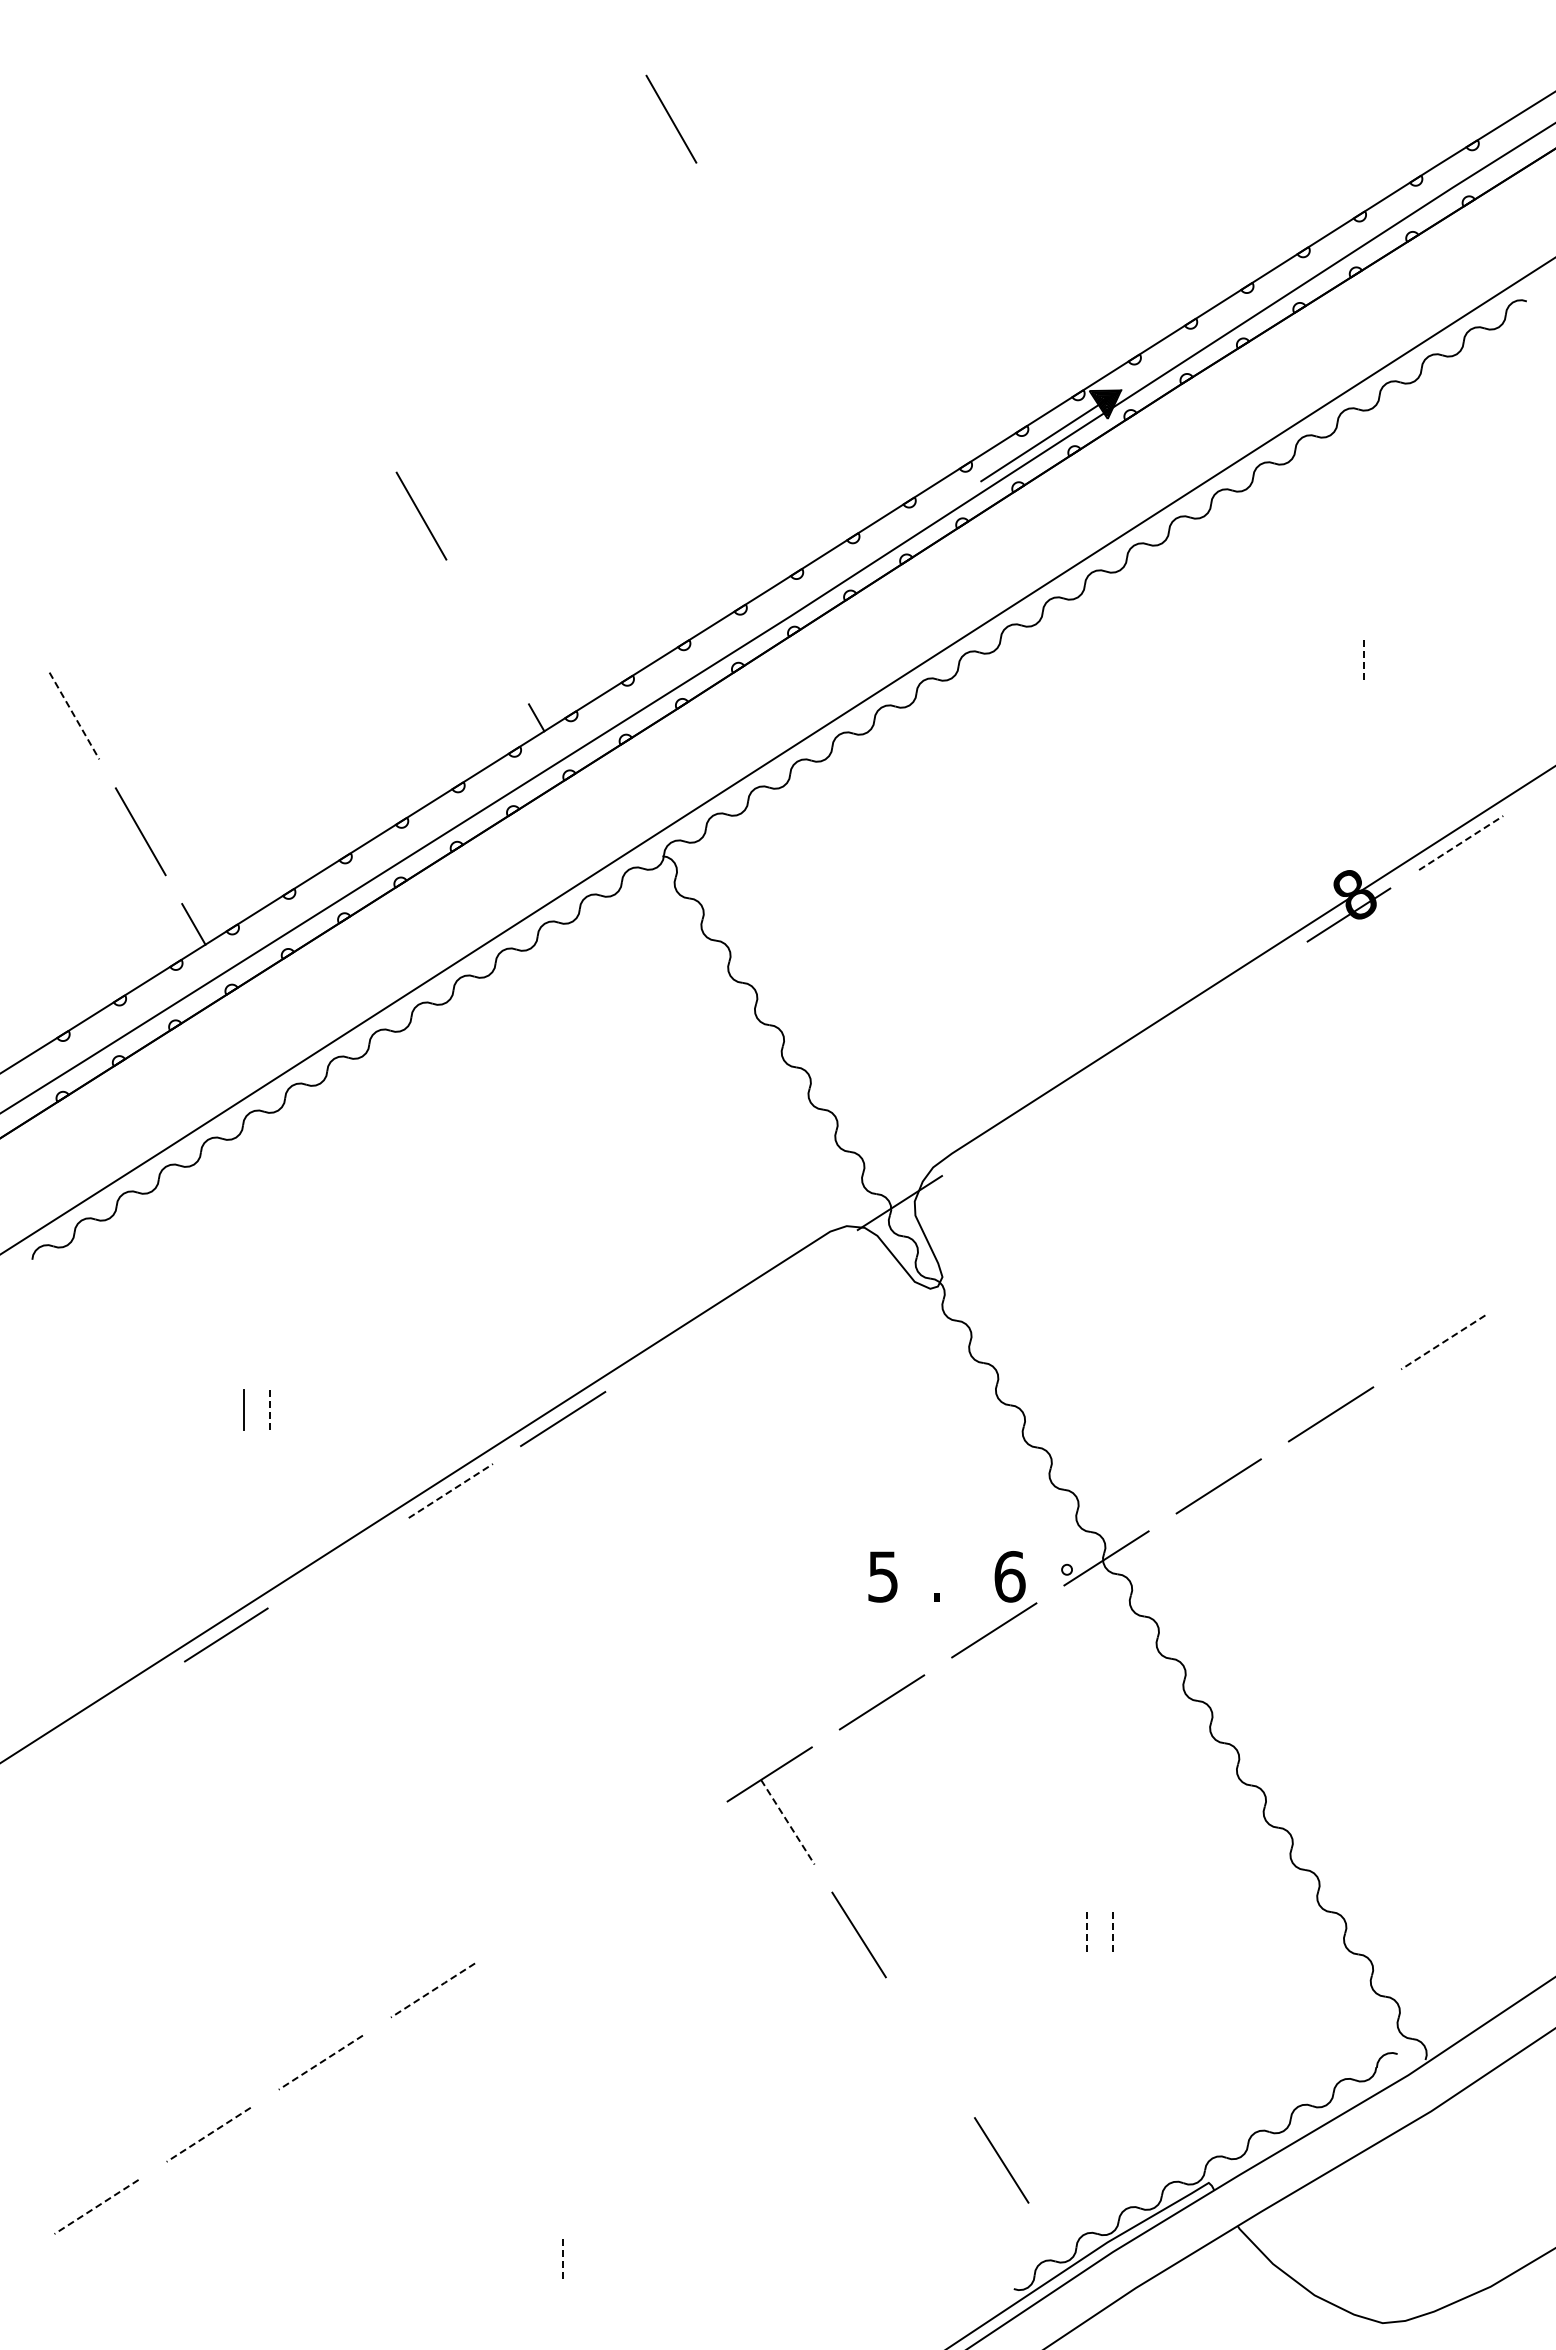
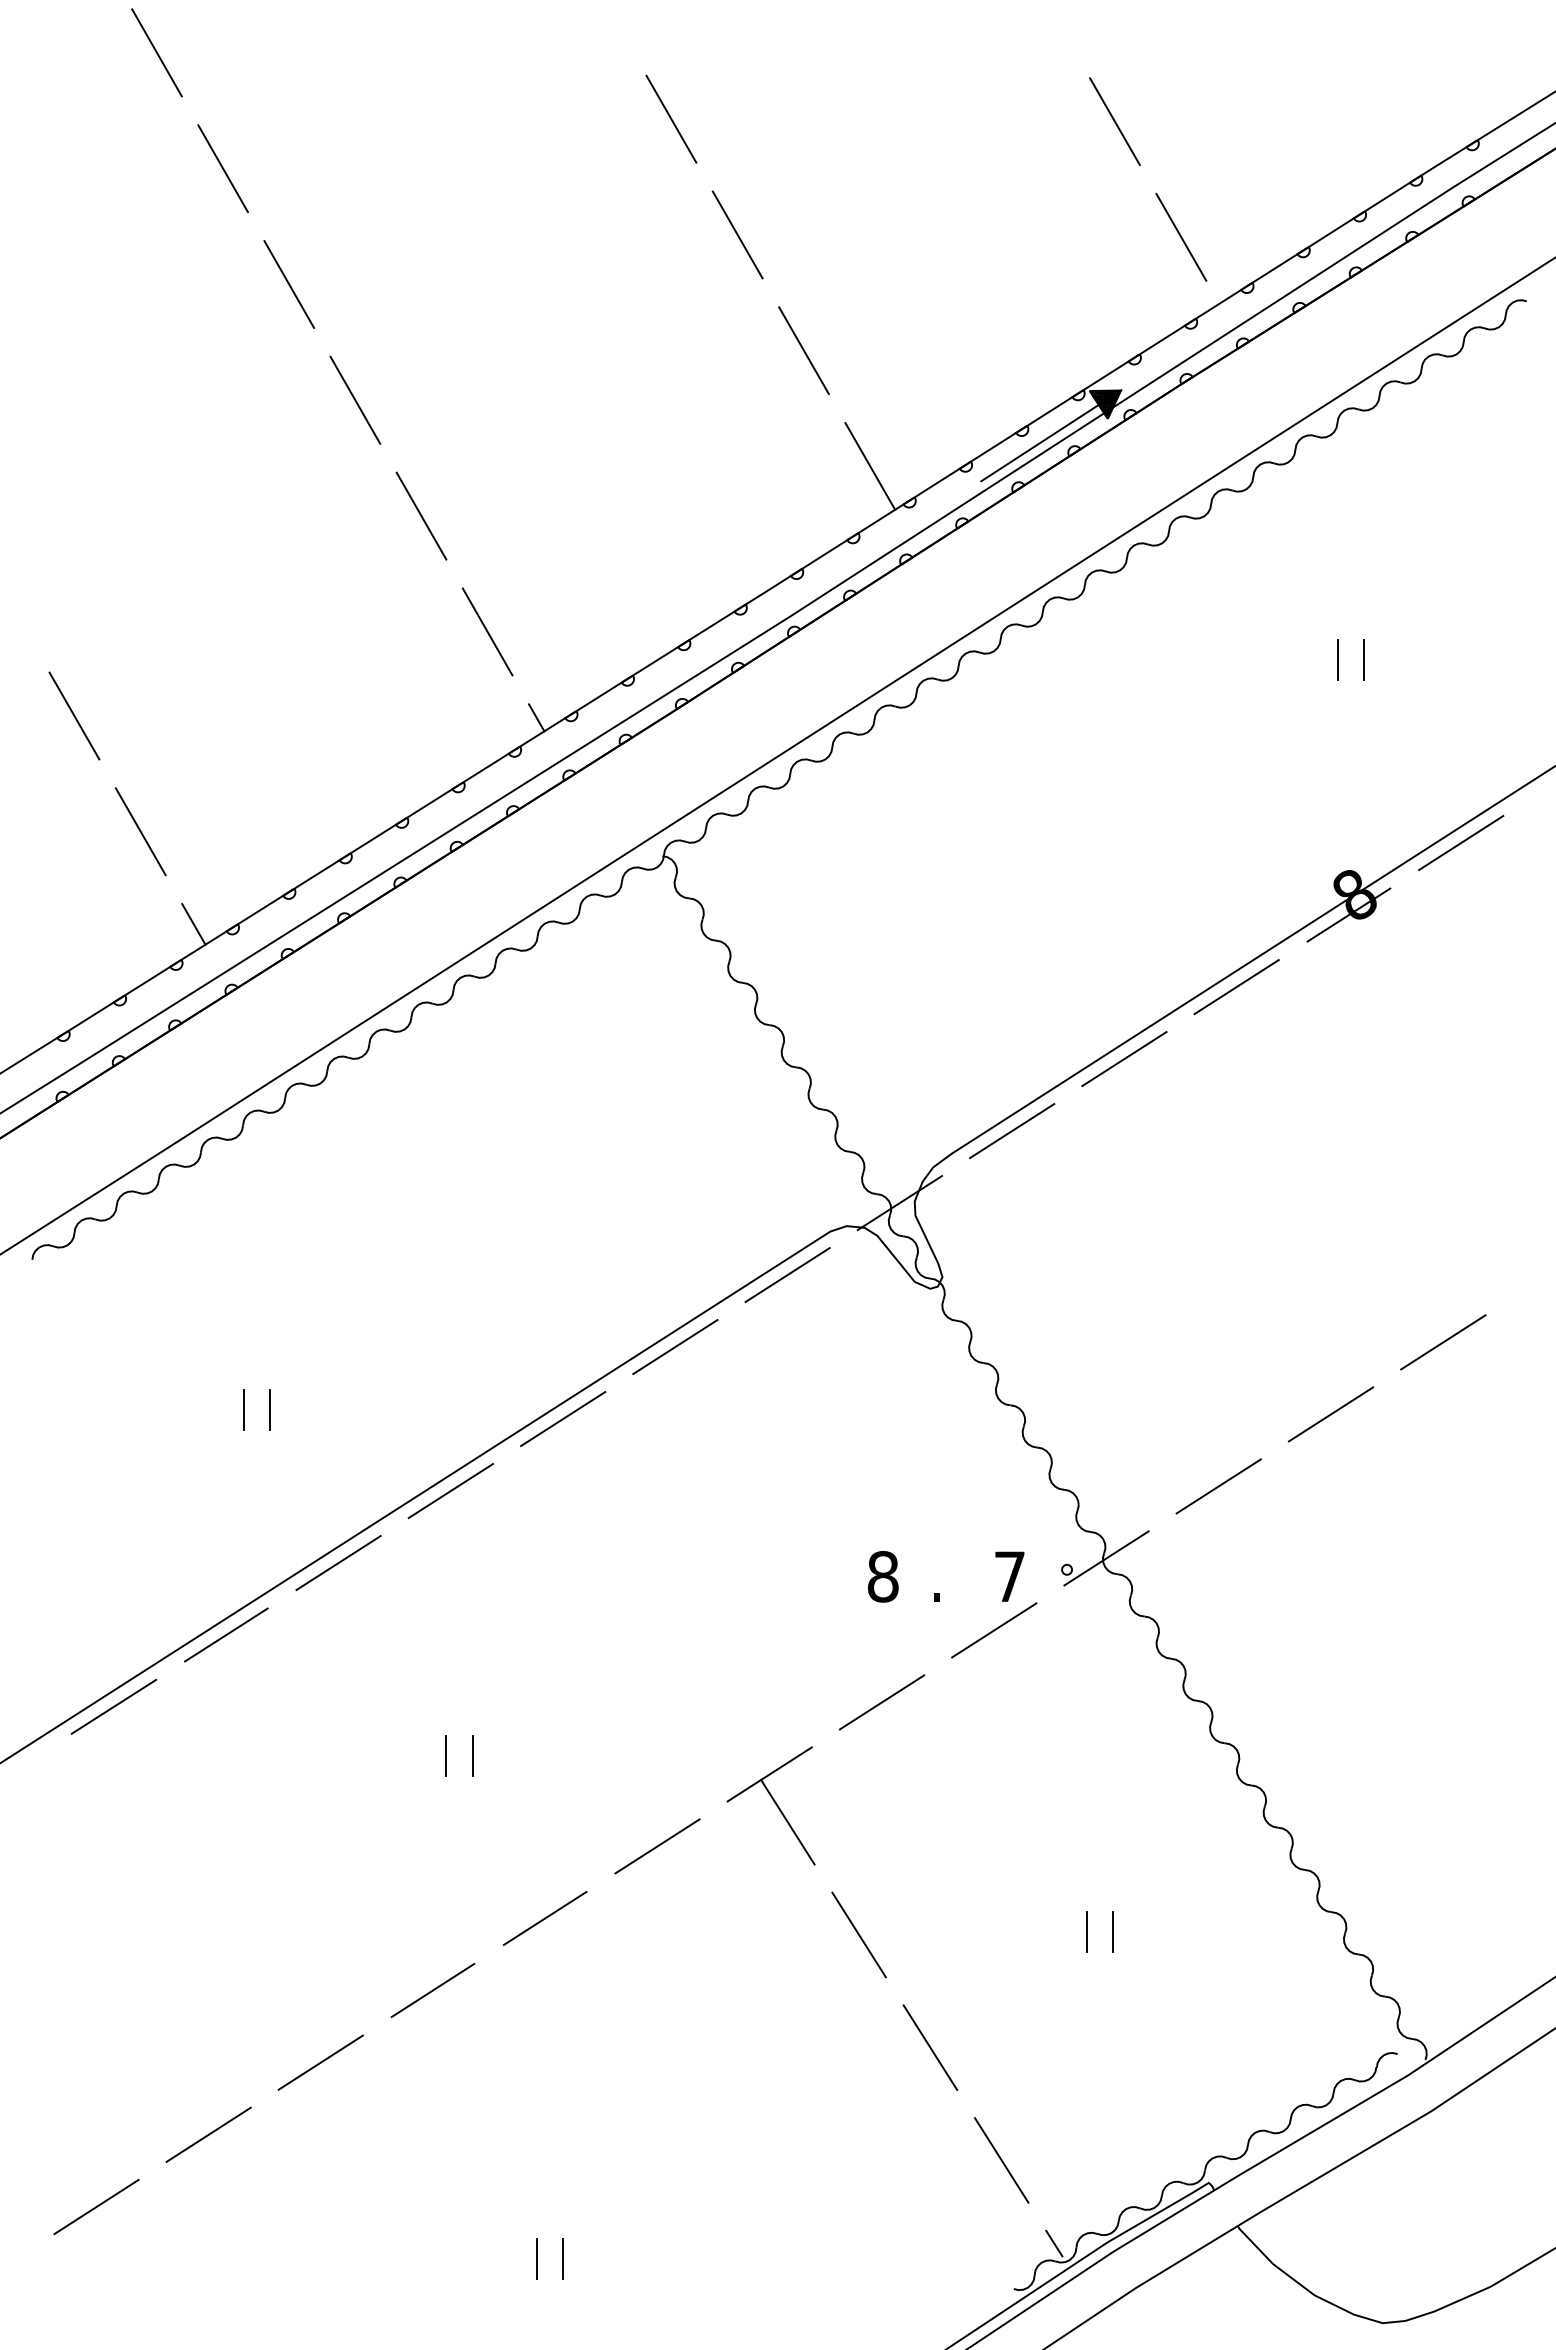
line at (156, 52): none -> present
line at (1114, 121): none -> present
line at (222, 168): none -> present
line at (737, 234): none -> present
line at (1181, 236): none -> present
line at (289, 284): none -> present
line at (803, 350): none -> present
line at (355, 399): none -> present
line at (870, 466): none -> present
line at (487, 631): none -> present
line at (1337, 659): none -> present
line at (1364, 659): dashed -> solid
line at (74, 716): dashed -> solid
line at (1461, 842): dashed -> solid
line at (1236, 987): none -> present
line at (1124, 1059): none -> present
line at (1012, 1131): none -> present
line at (787, 1275): none -> present
line at (1442, 1342): dashed -> solid
line at (675, 1347): none -> present
line at (270, 1409): dashed -> solid
line at (451, 1490): dashed -> solid
line at (338, 1563): none -> present
text at (882, 1576): 5 -> 8
text at (1009, 1576): 6 -> 7
line at (113, 1706): none -> present
line at (445, 1755): none -> present
line at (472, 1756): none -> present
line at (788, 1822): dashed -> solid
line at (657, 1846): none -> present
line at (544, 1917): none -> present
line at (1086, 1931): dashed -> solid
line at (1113, 1931): dashed -> solid
line at (433, 1990): dashed -> solid
line at (930, 2047): none -> present
line at (320, 2062): dashed -> solid
line at (208, 2135): dashed -> solid
line at (96, 2207): dashed -> solid
line at (1054, 2243): none -> present
line at (563, 2258): dashed -> solid
line at (536, 2259): none -> present
